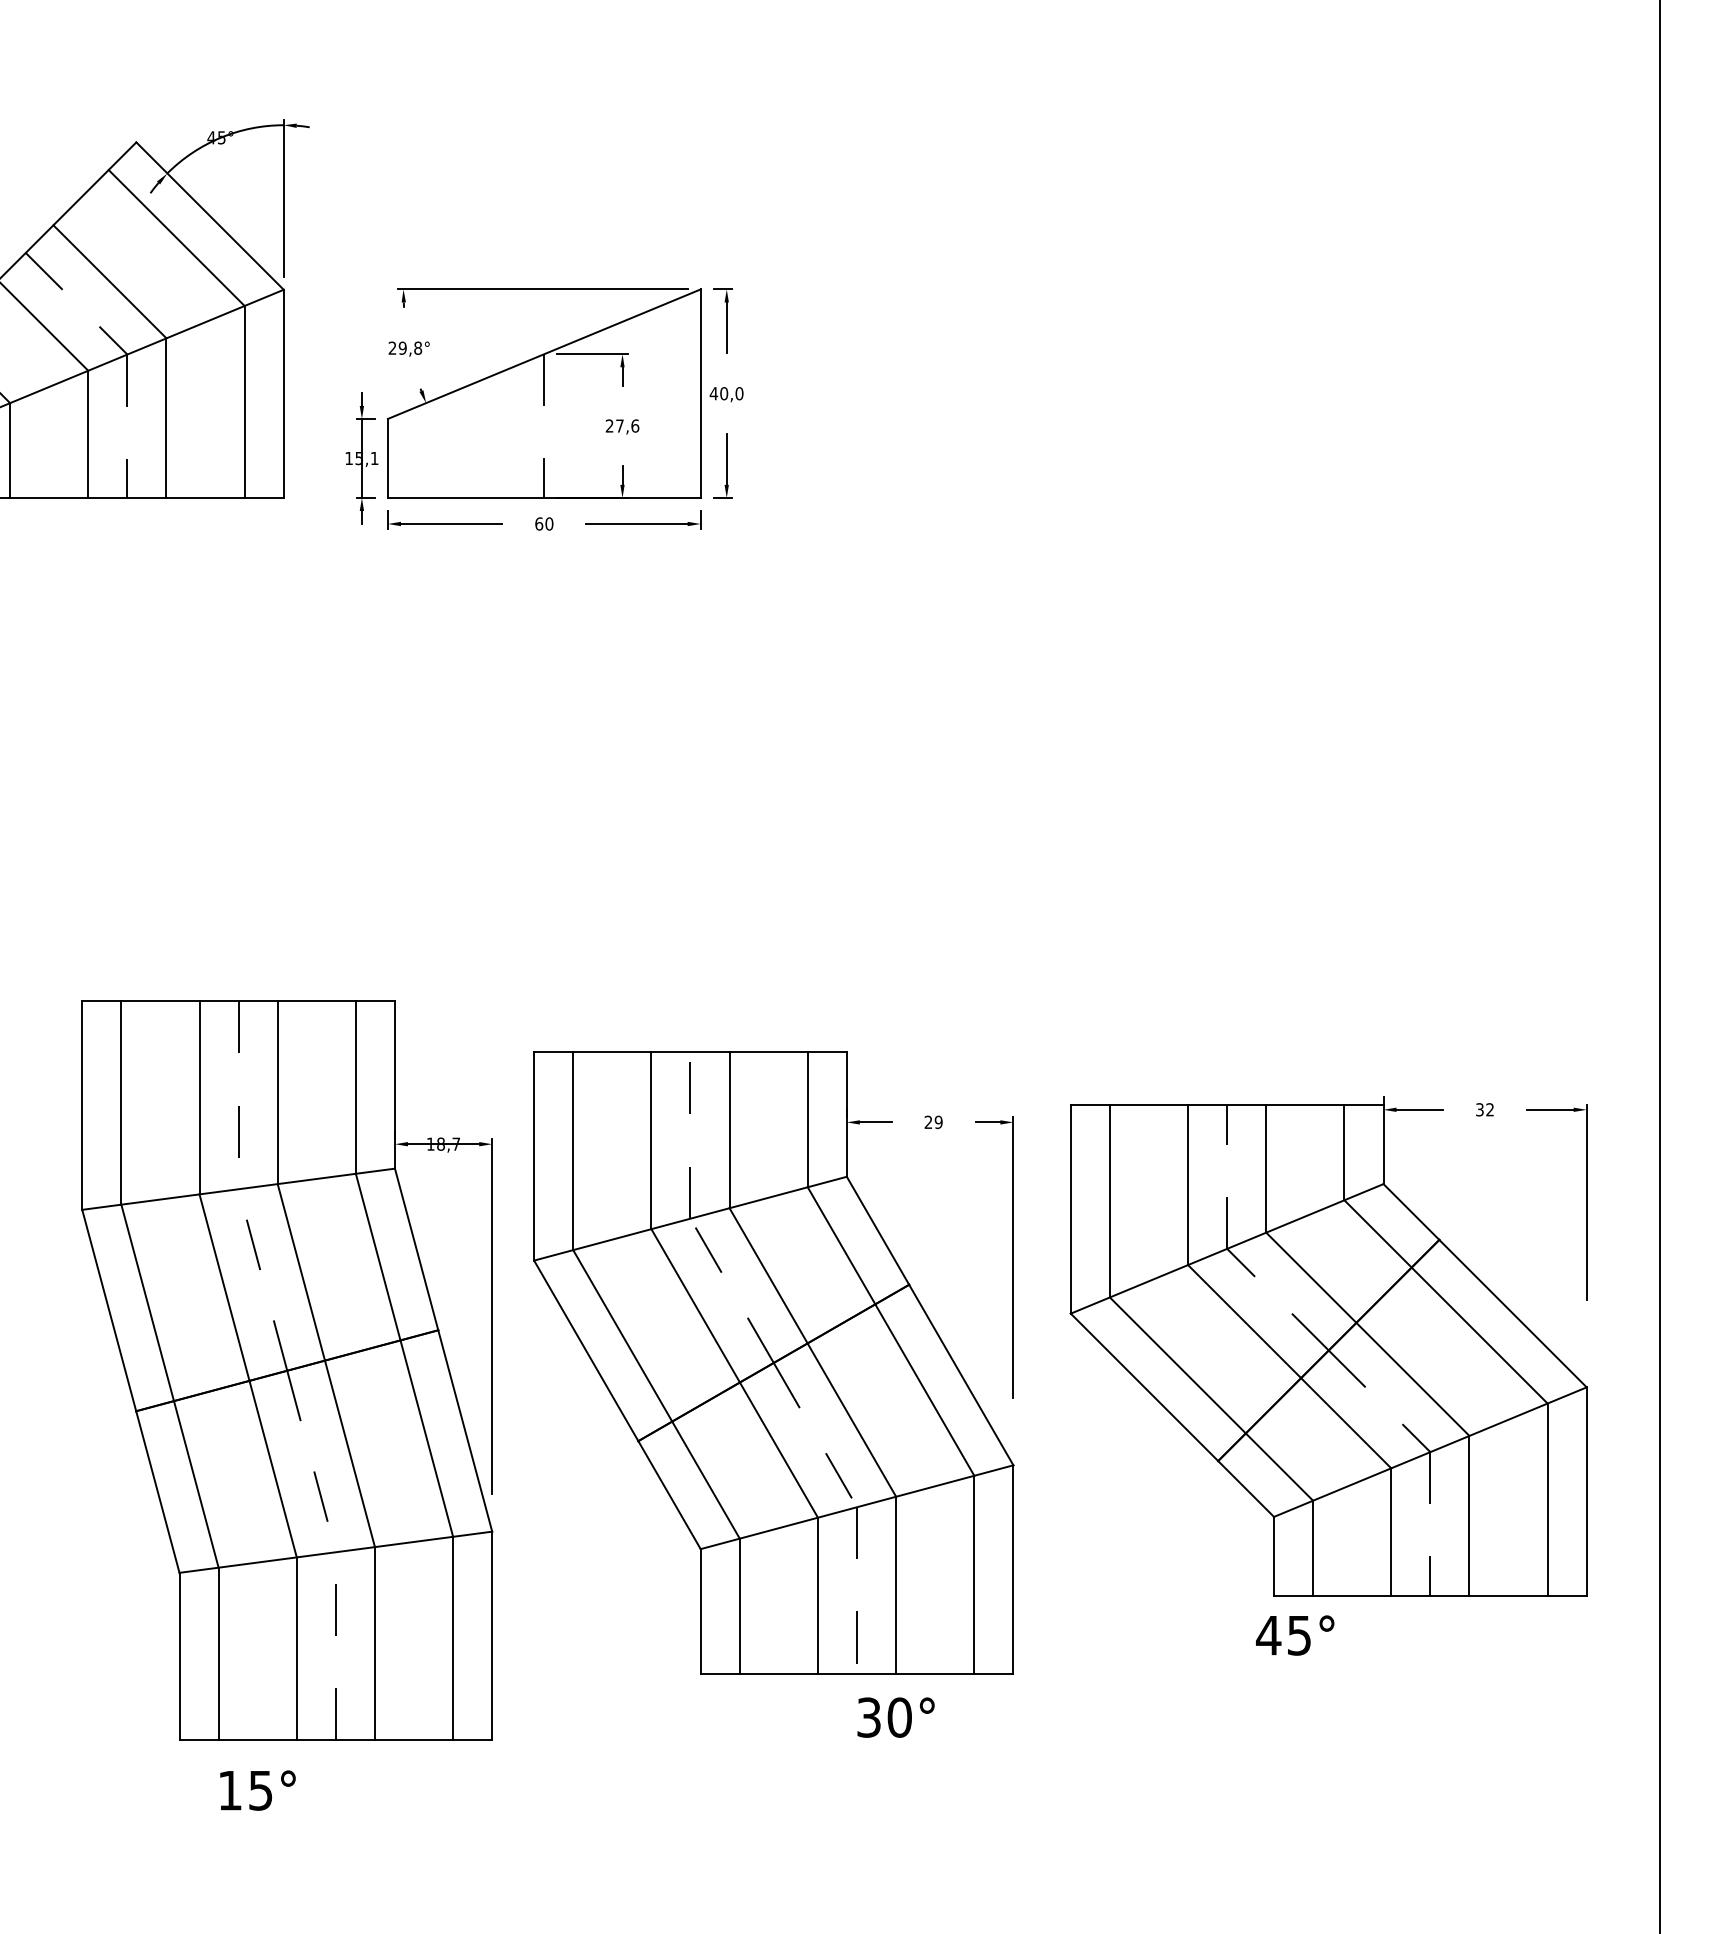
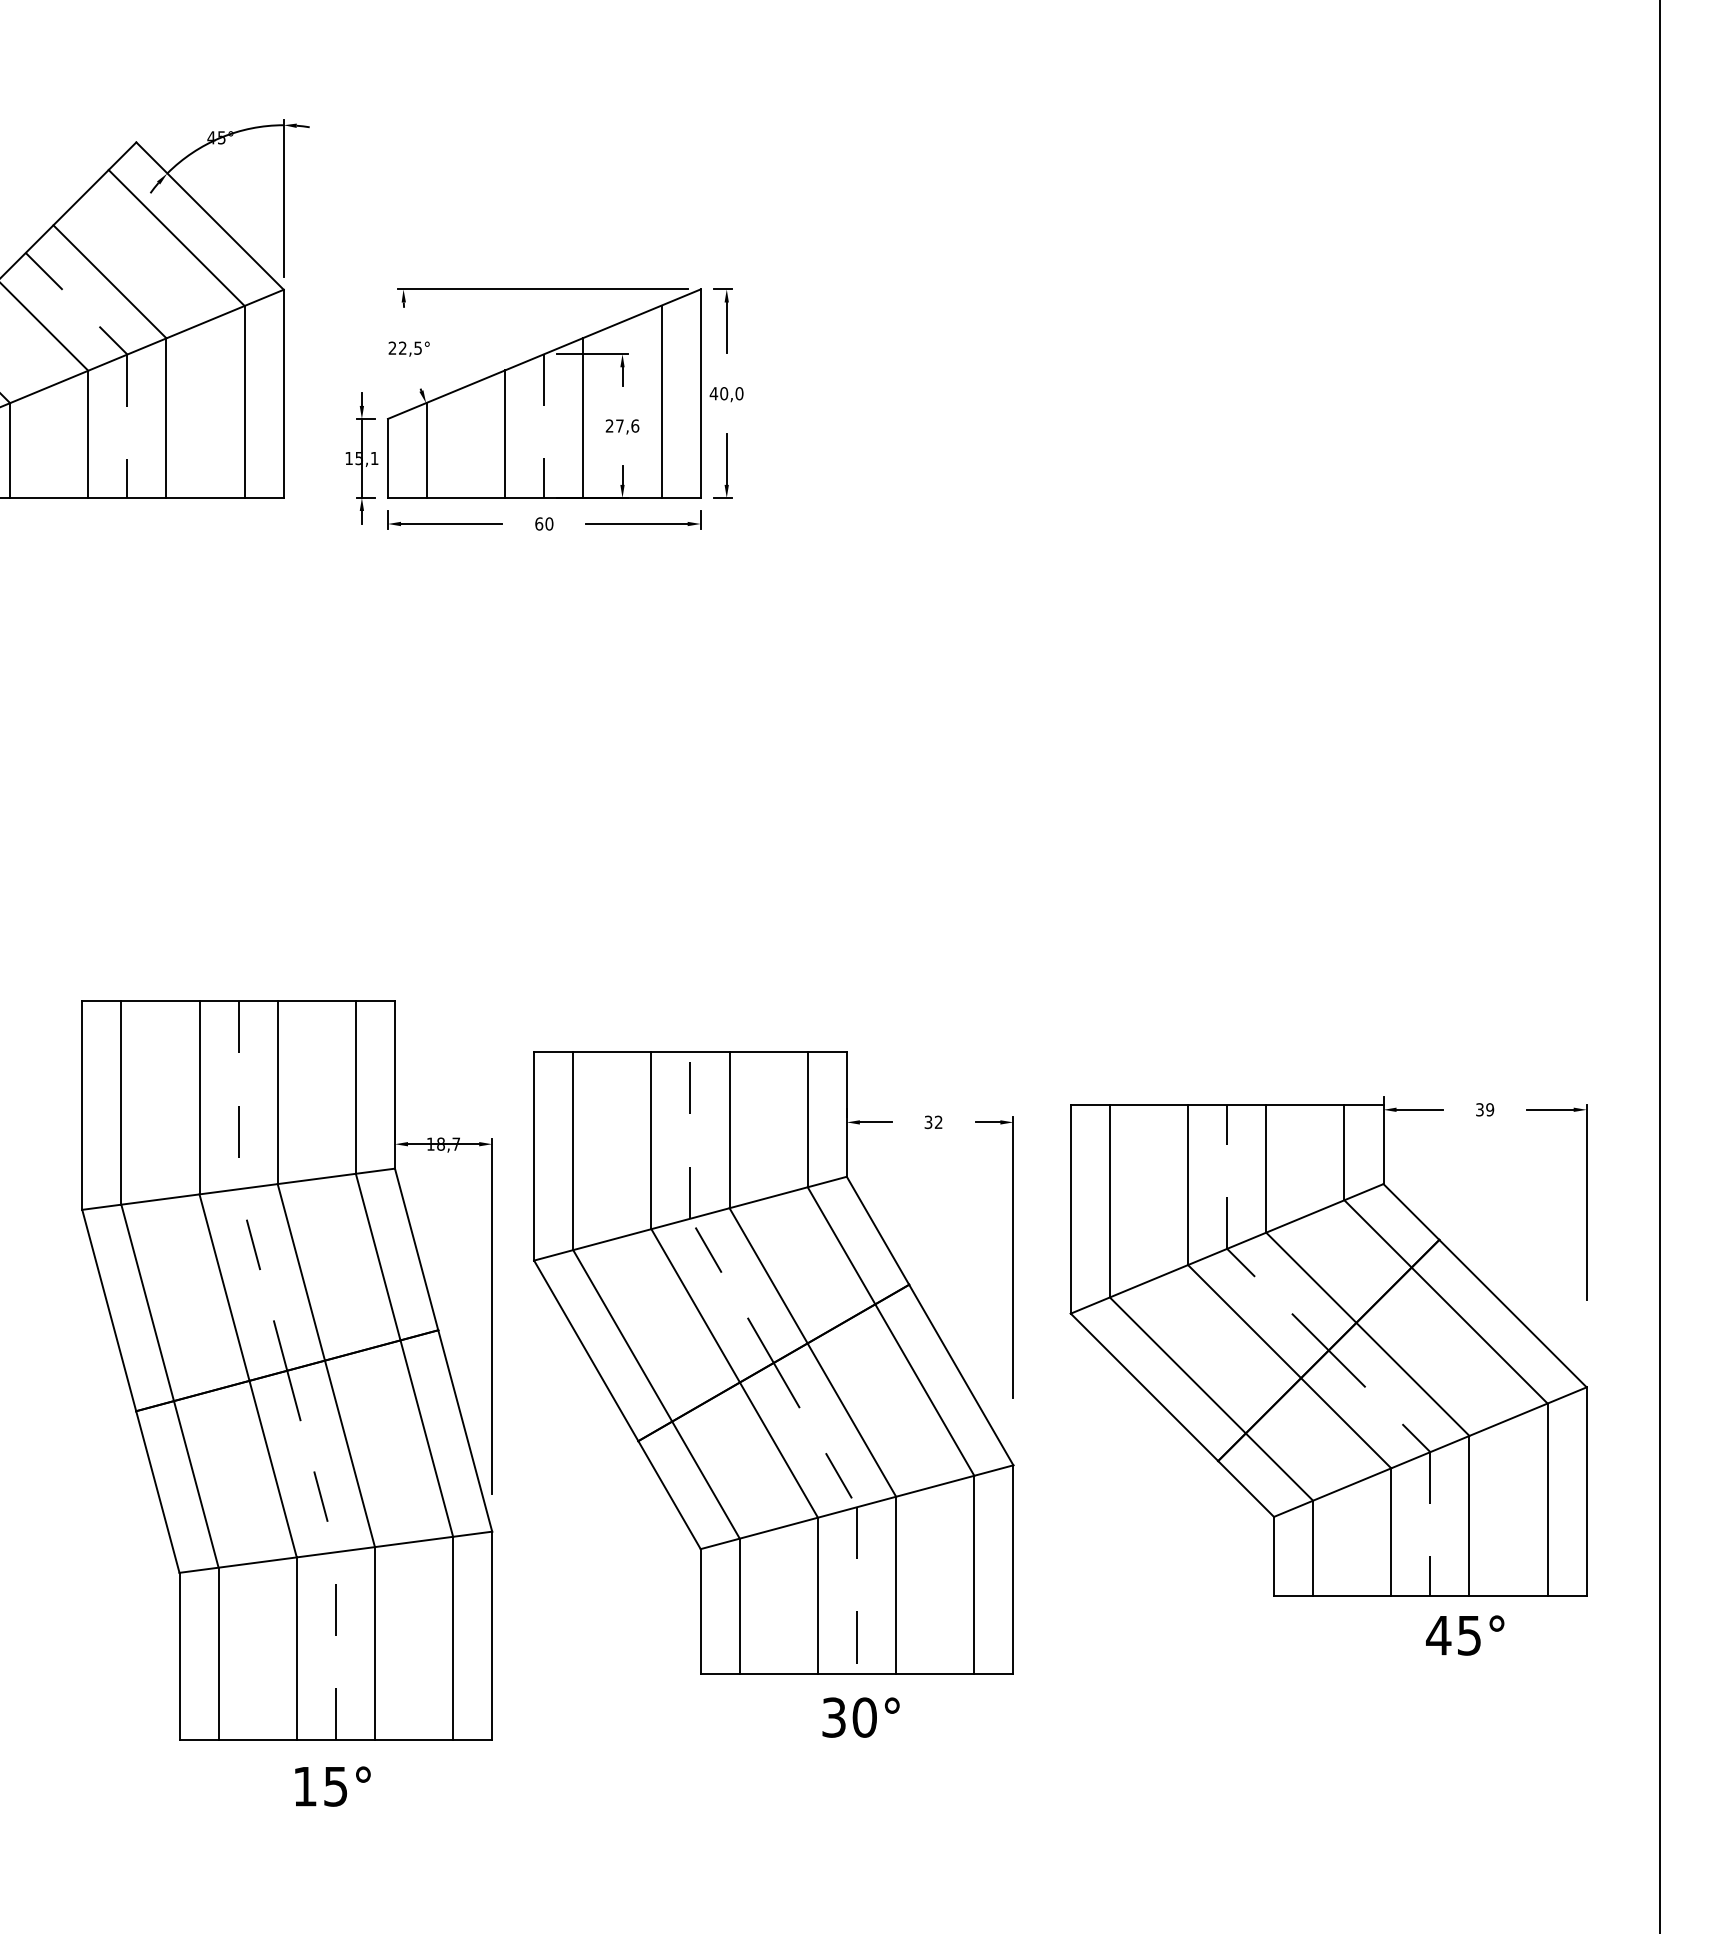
text at (410, 347): 29,8° -> 22,5°
line at (661, 401): none -> present
line at (583, 417): none -> present
line at (505, 433): none -> present
line at (427, 449): none -> present
text at (1490, 1109): 32 -> 39
text at (933, 1122): 29 -> 32
text at (1295, 1635) position: (1295, 1635) -> (1465, 1635)
text at (895, 1717) position: (895, 1717) -> (860, 1717)
text at (257, 1790) position: (257, 1790) -> (332, 1786)
